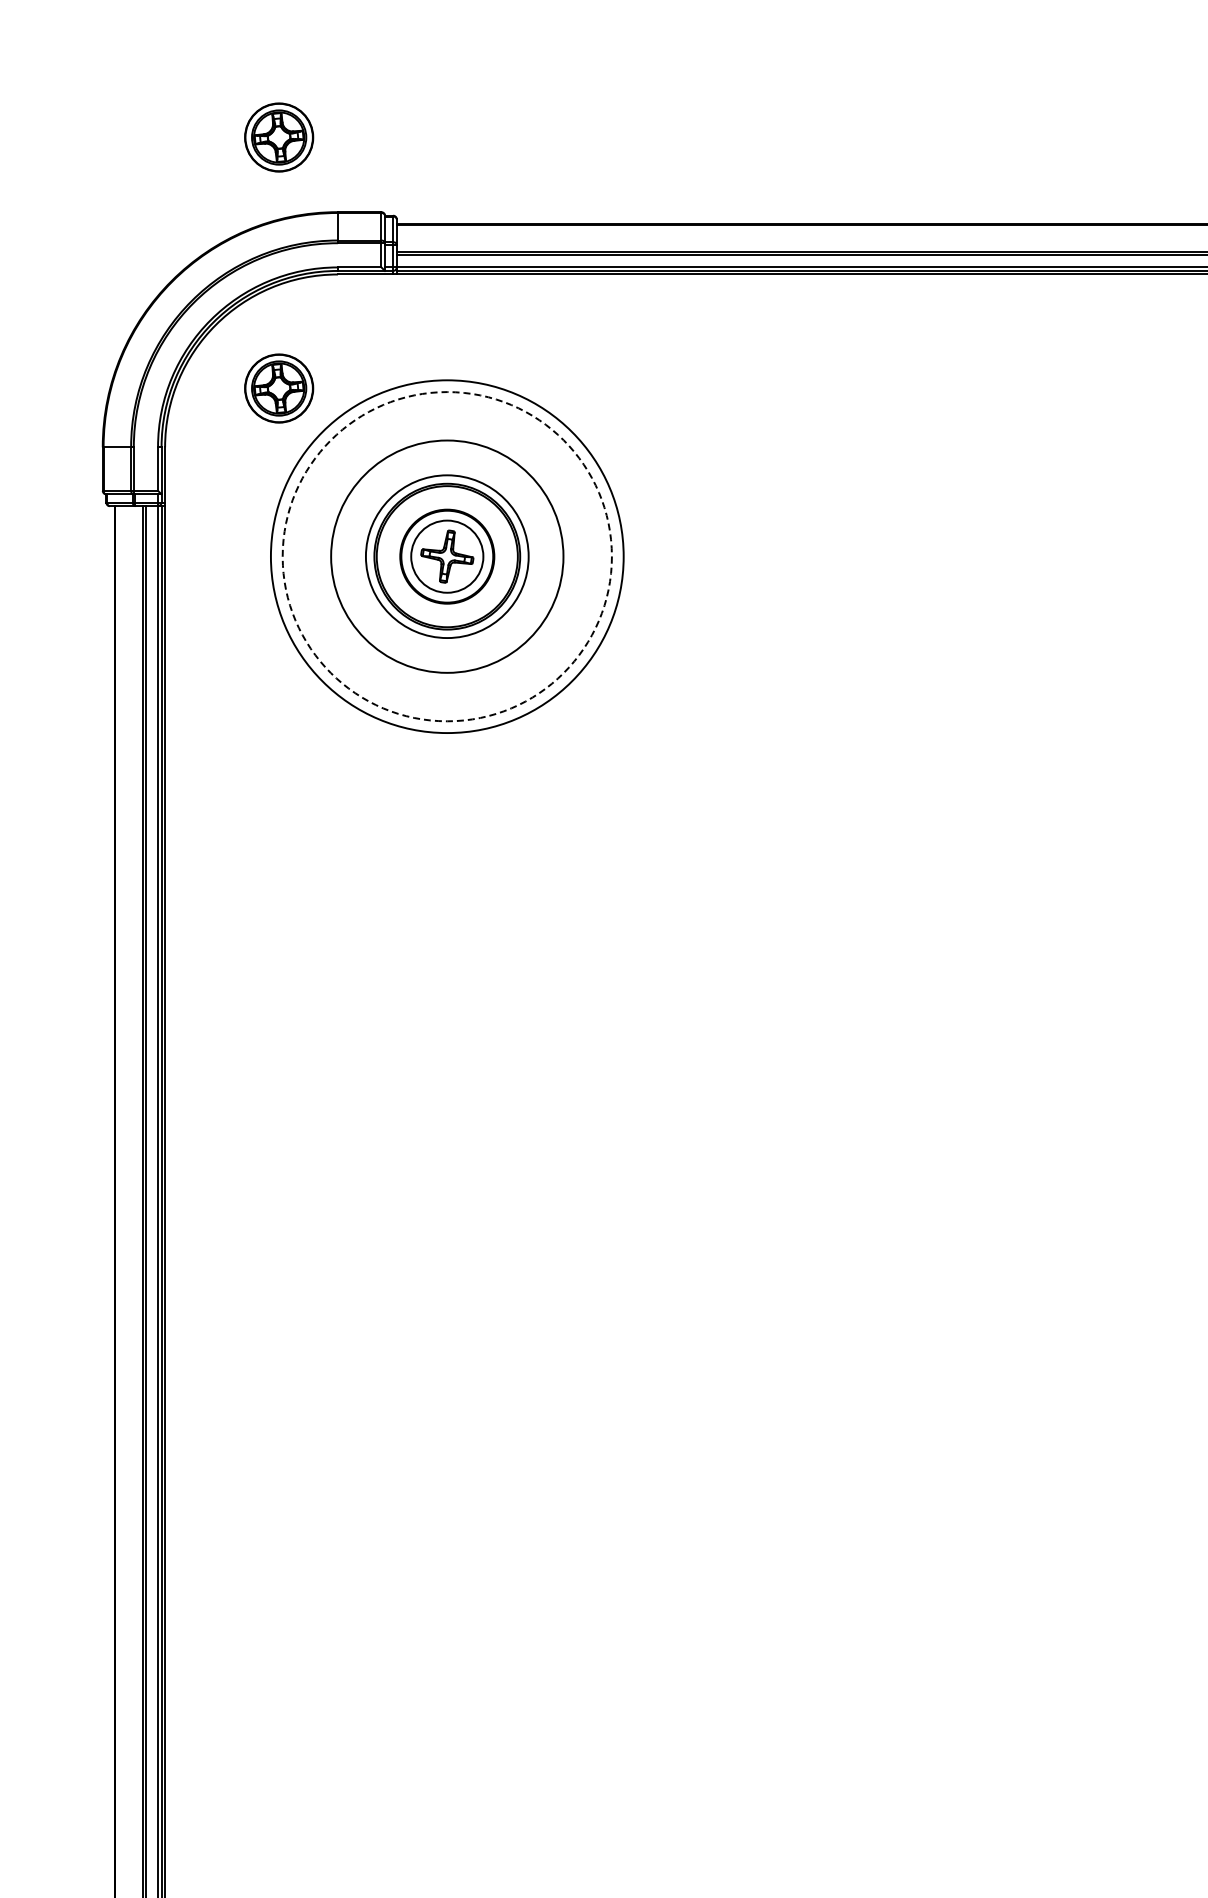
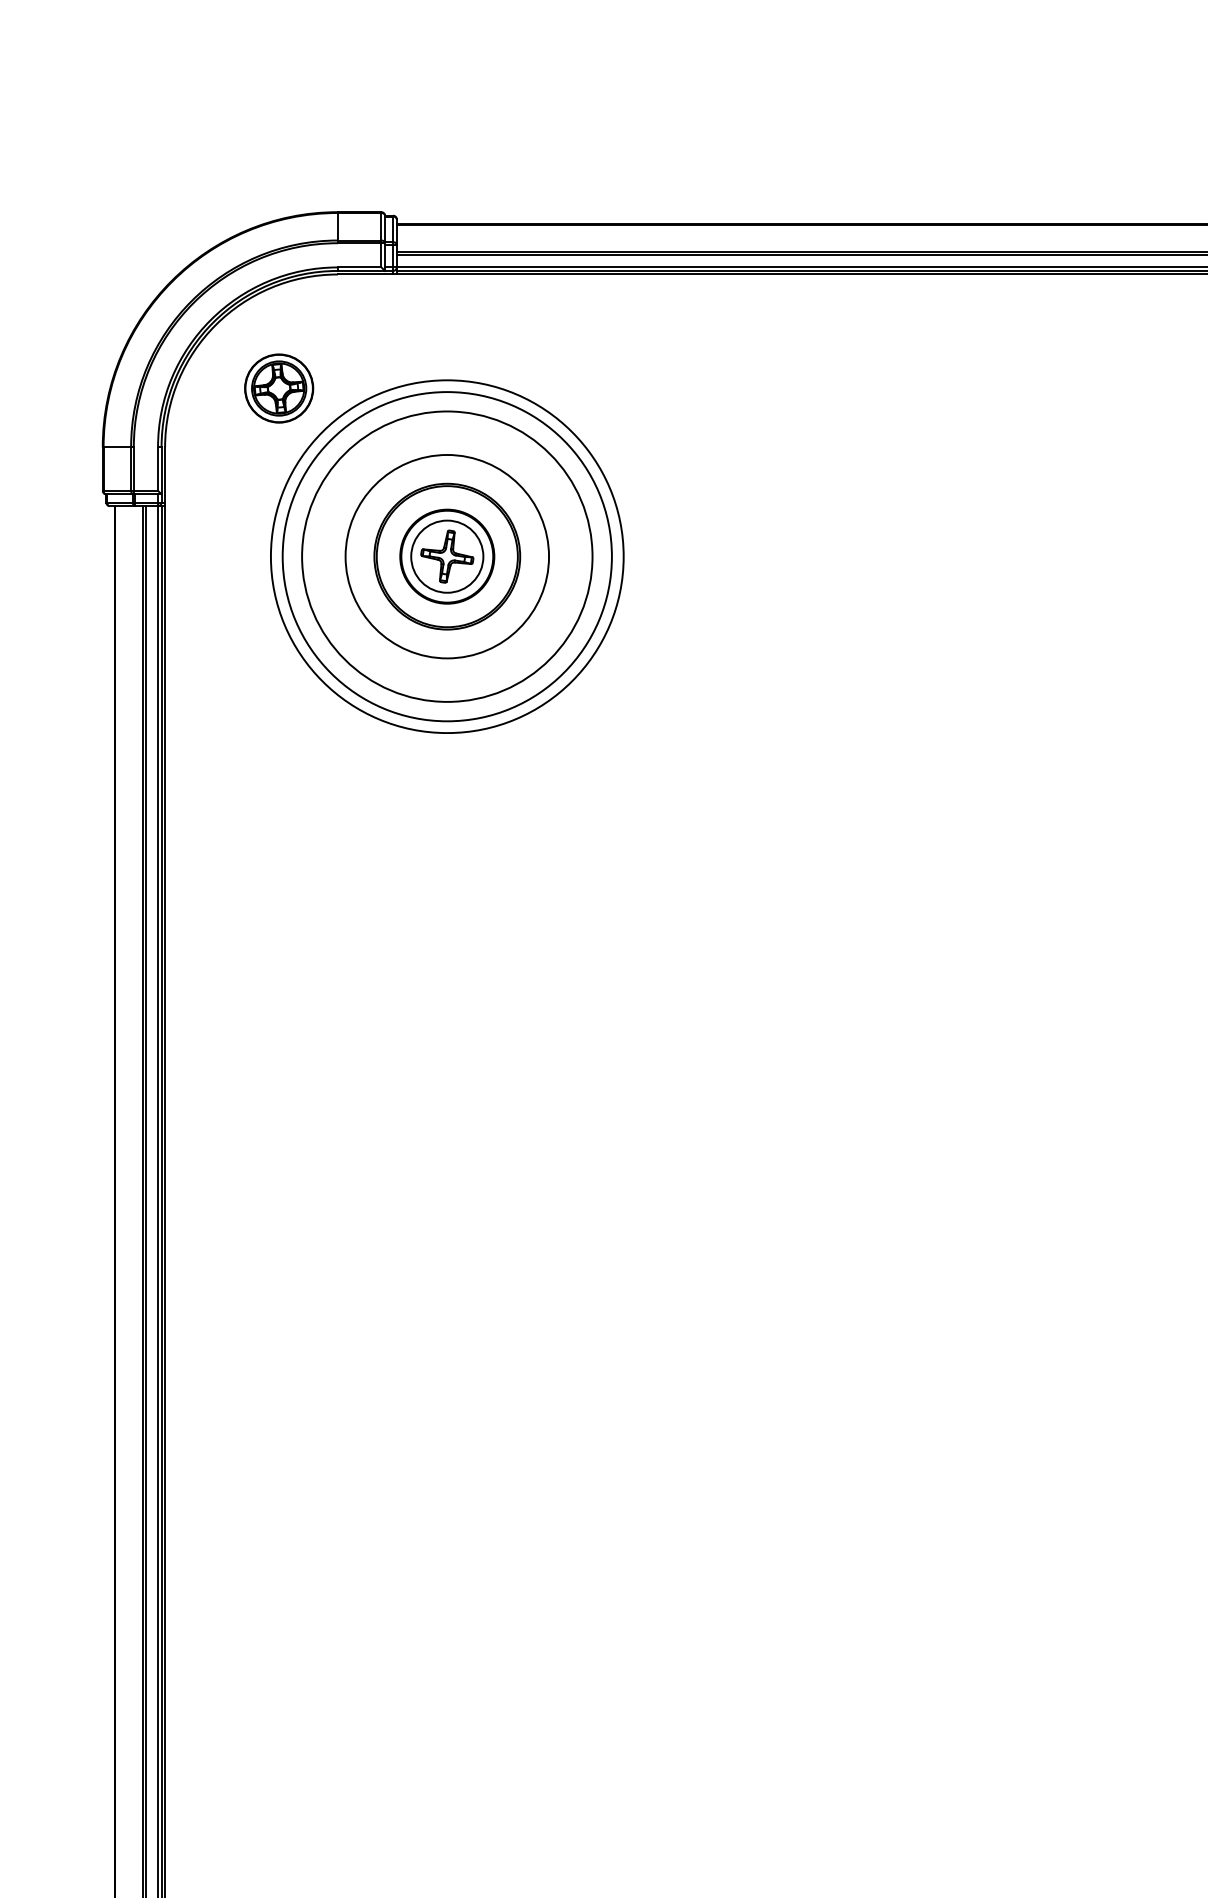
part at (279, 137): present -> none
circle at (446, 556) diameter: 163 px -> 203 px
circle at (446, 556): dashed -> solid
circle at (447, 556) diameter: 232 px -> 290 px
